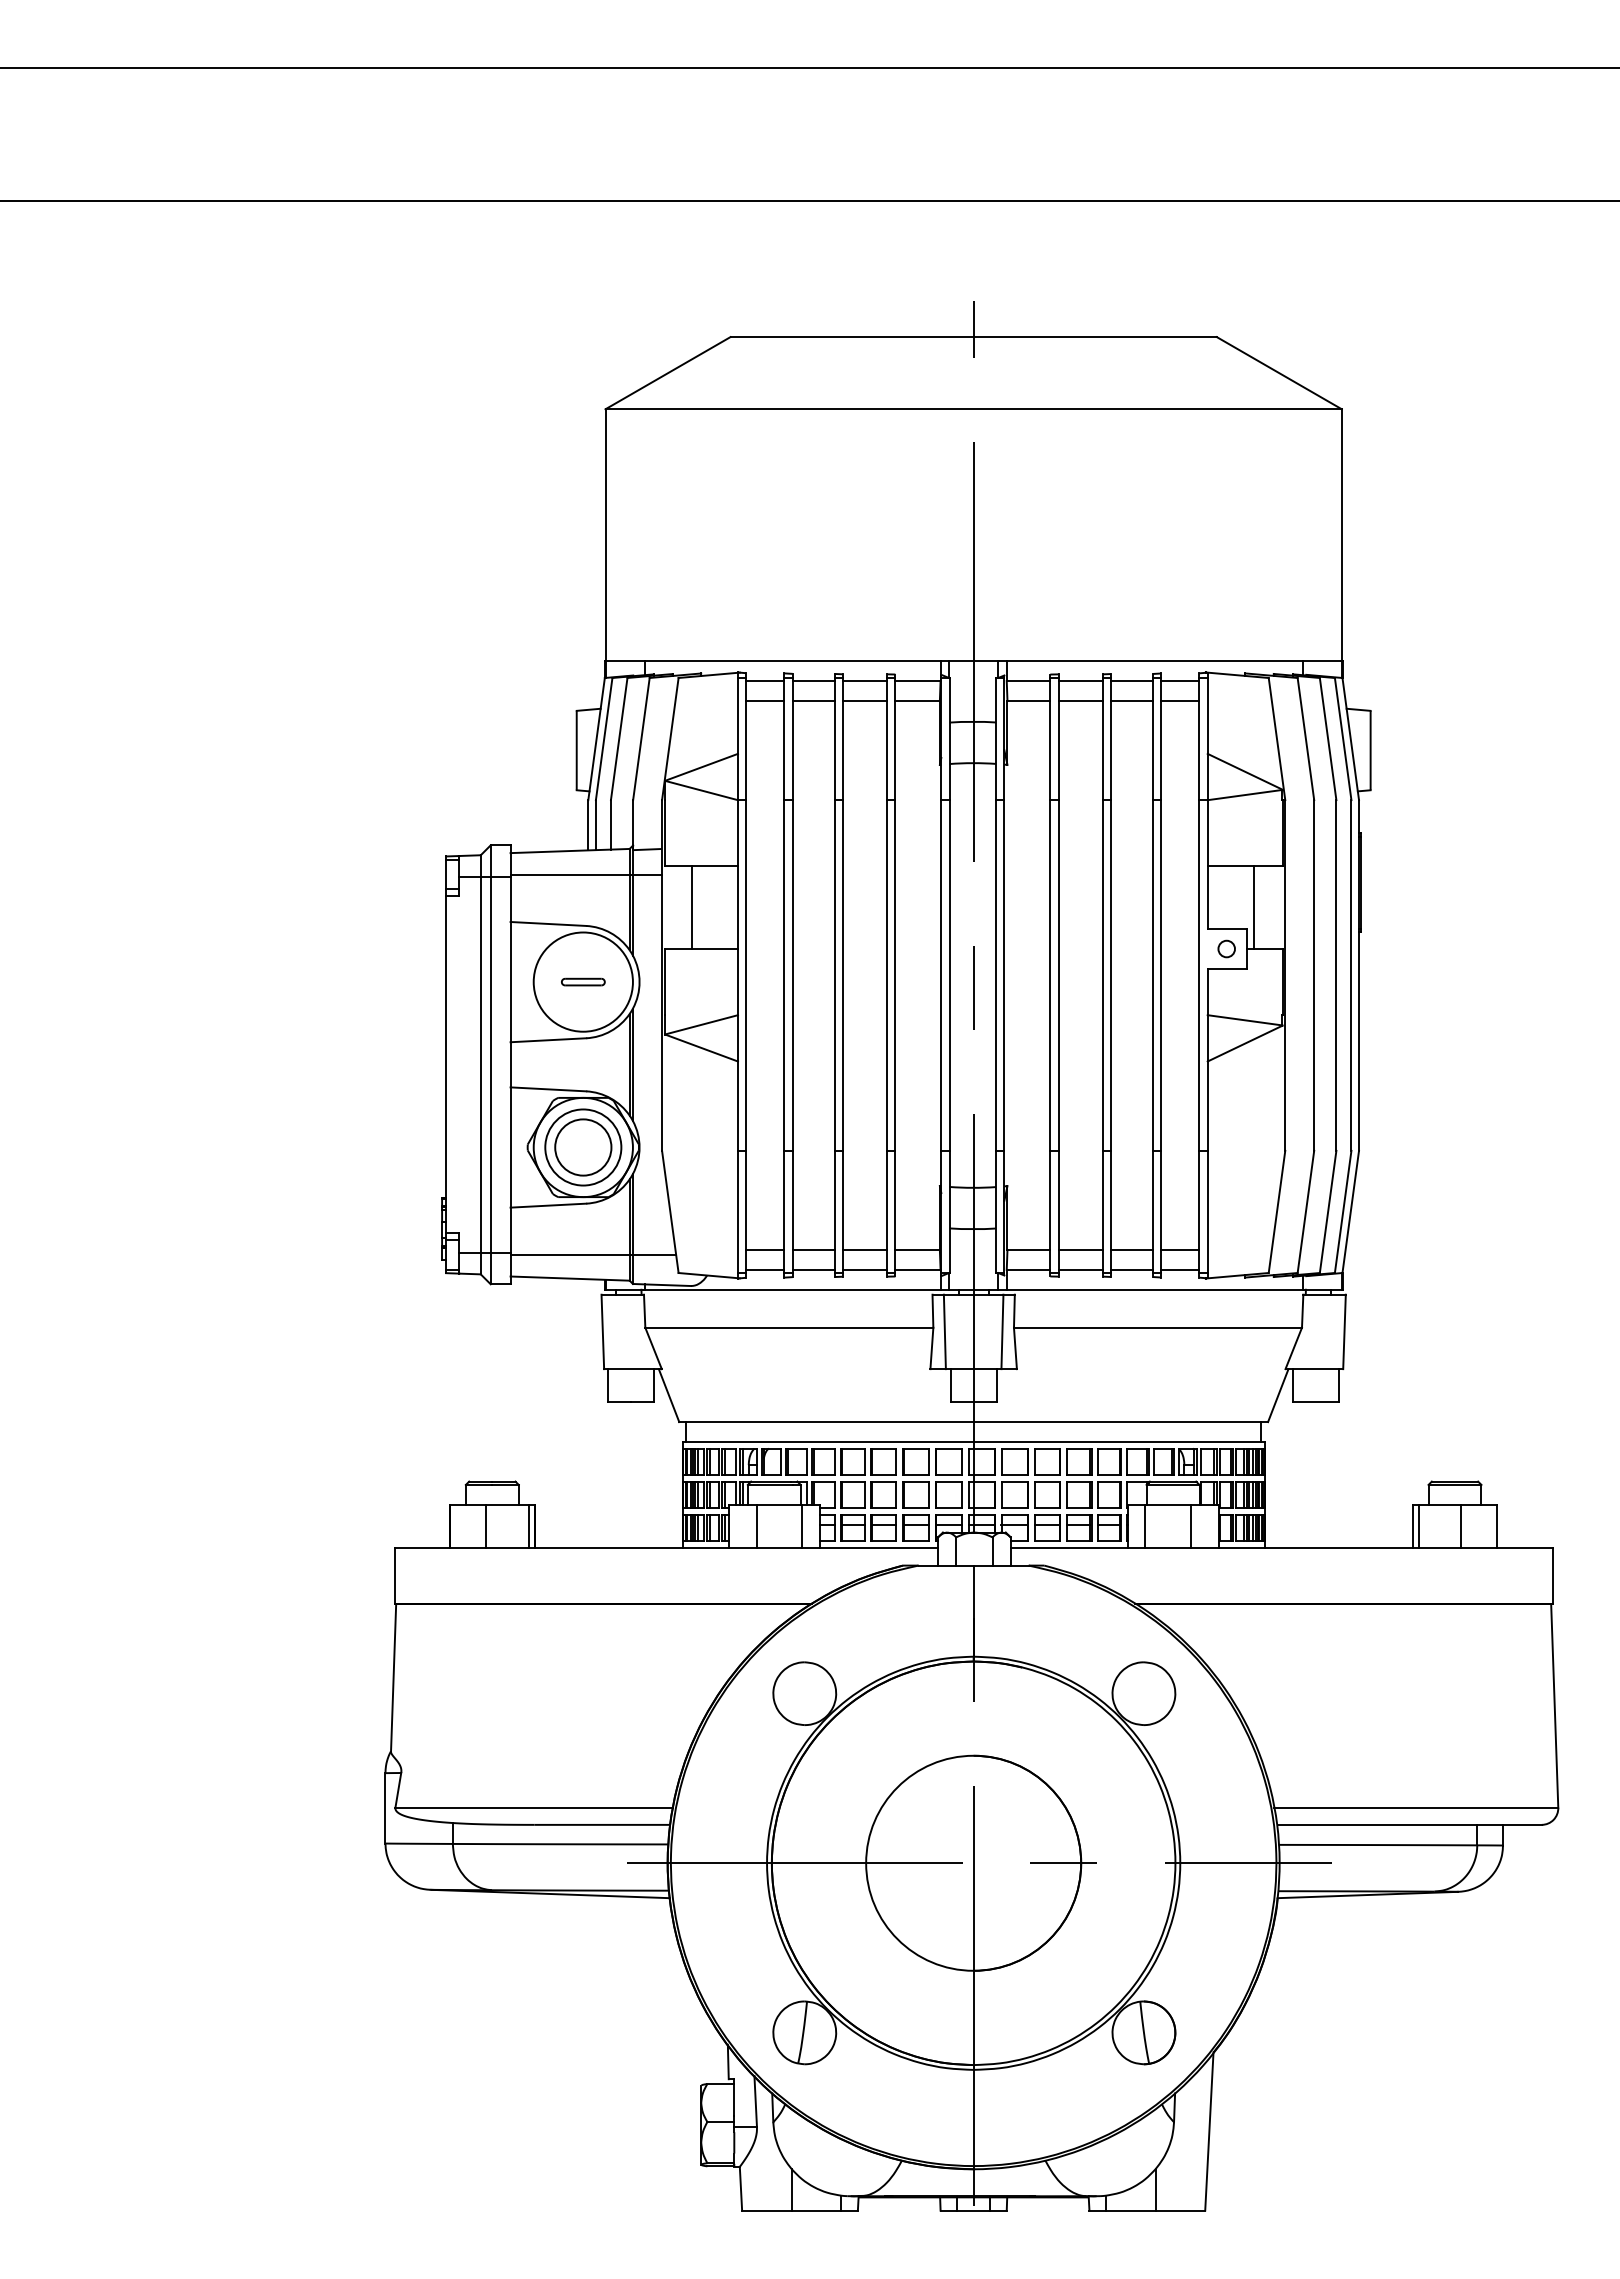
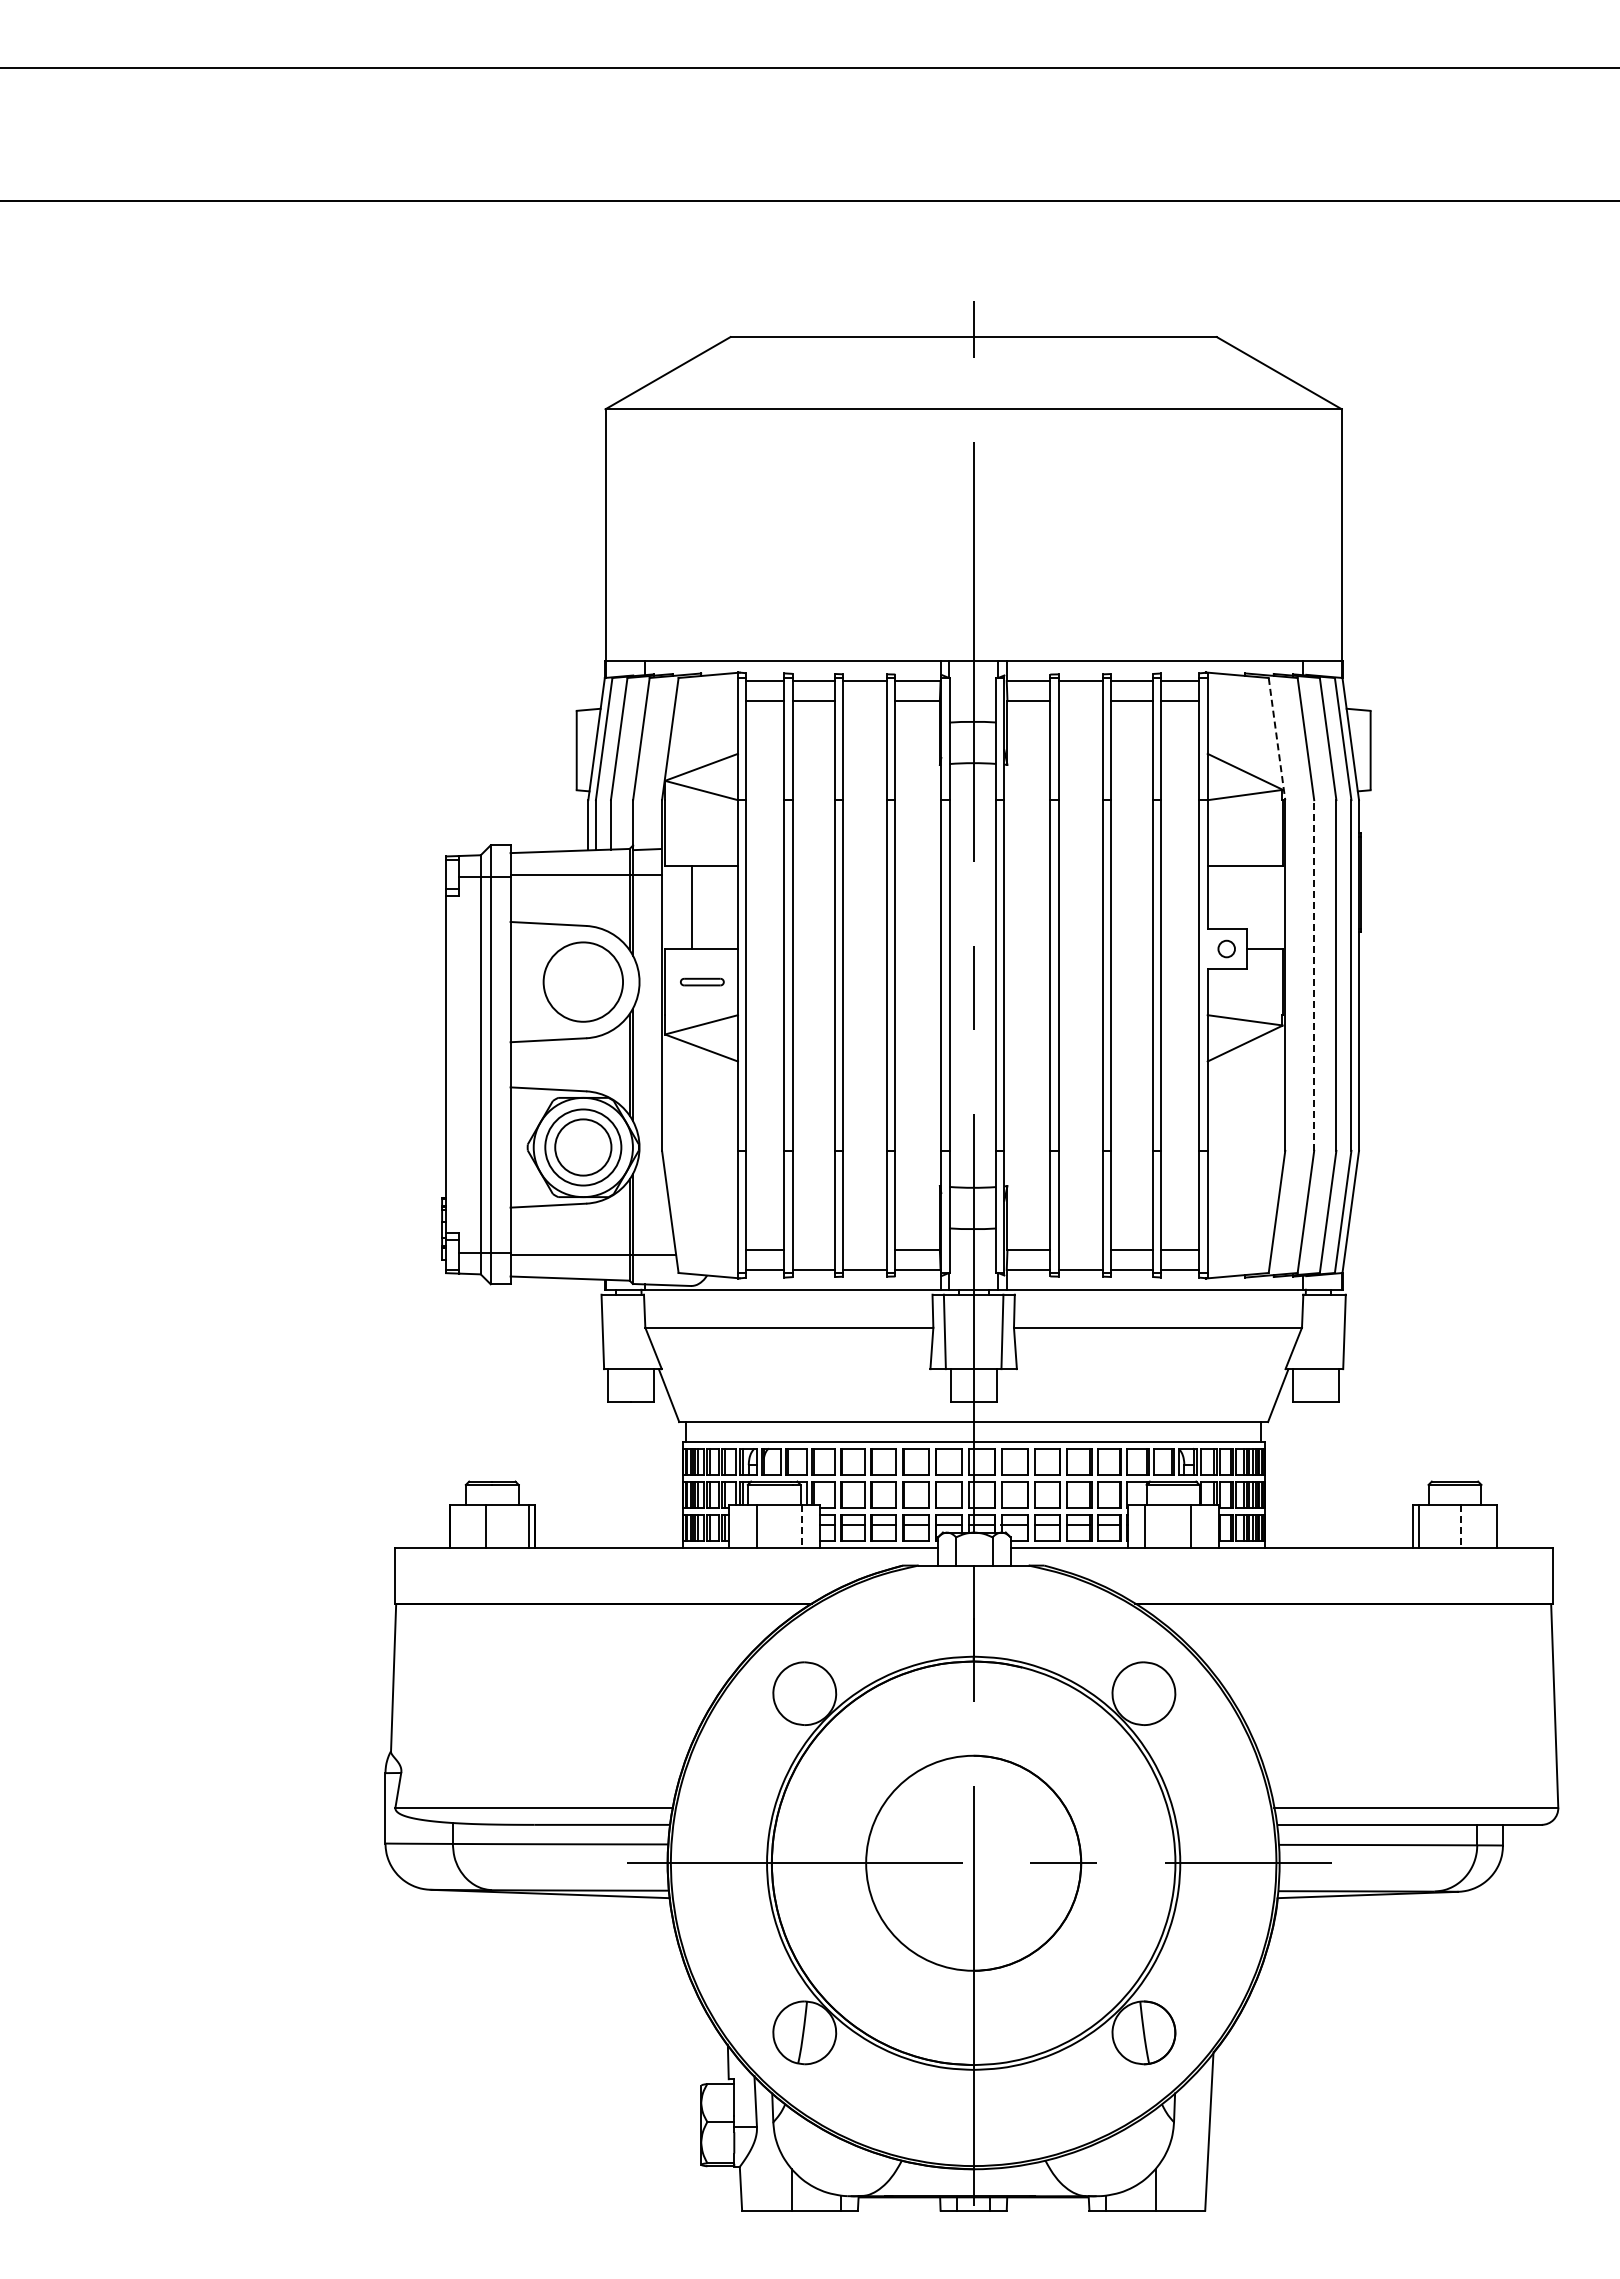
line at (864, 700): present -> none
line at (1080, 700): present -> none
line at (1277, 739): solid -> dashed
line at (1254, 907): present -> none
line at (1314, 975): solid -> dashed
circle at (582, 981) diameter: 99 px -> 79 px
part at (583, 981) position: (583, 981) -> (702, 981)
line at (813, 1250): present -> none
line at (864, 1250): present -> none
line at (1080, 1250): present -> none
line at (802, 1526): solid -> dashed
line at (1460, 1526): solid -> dashed
